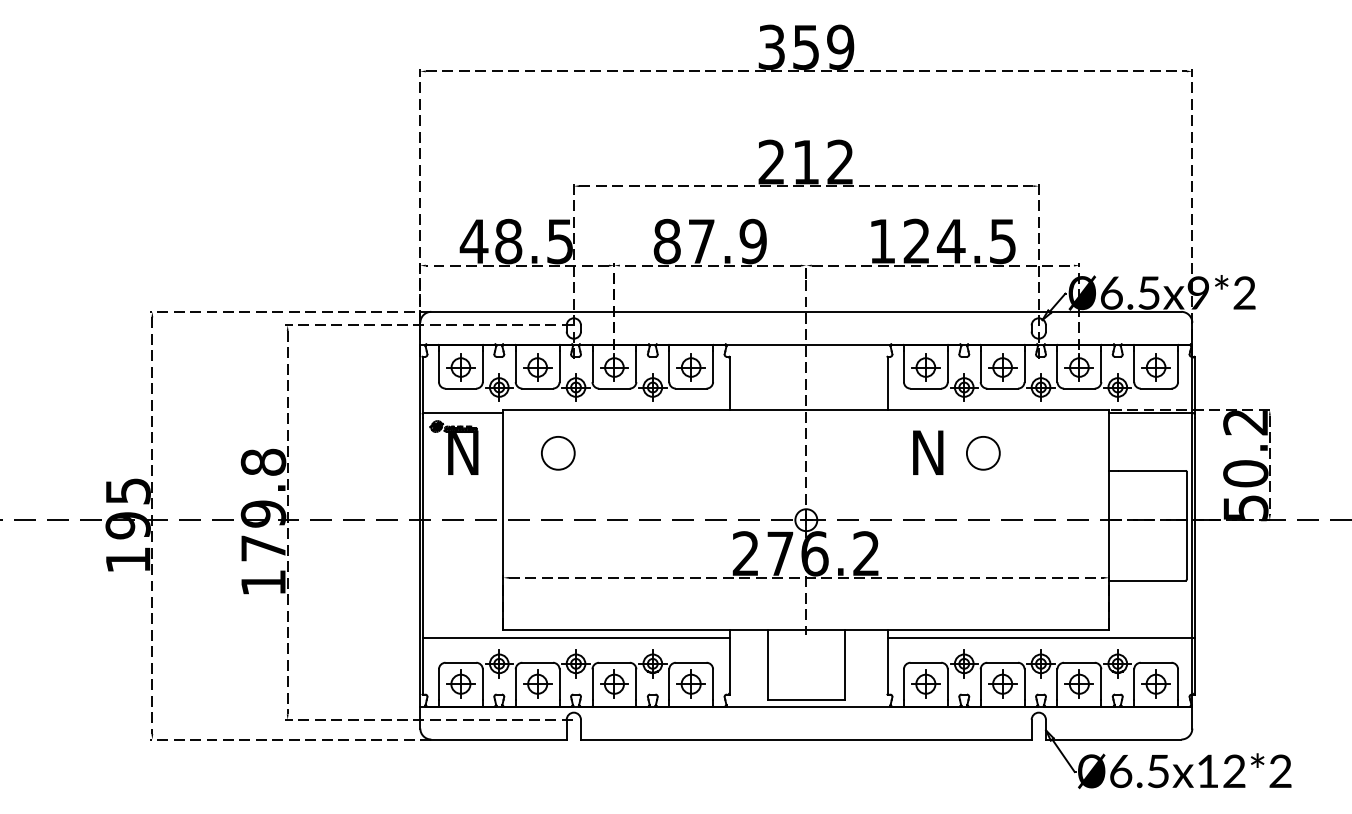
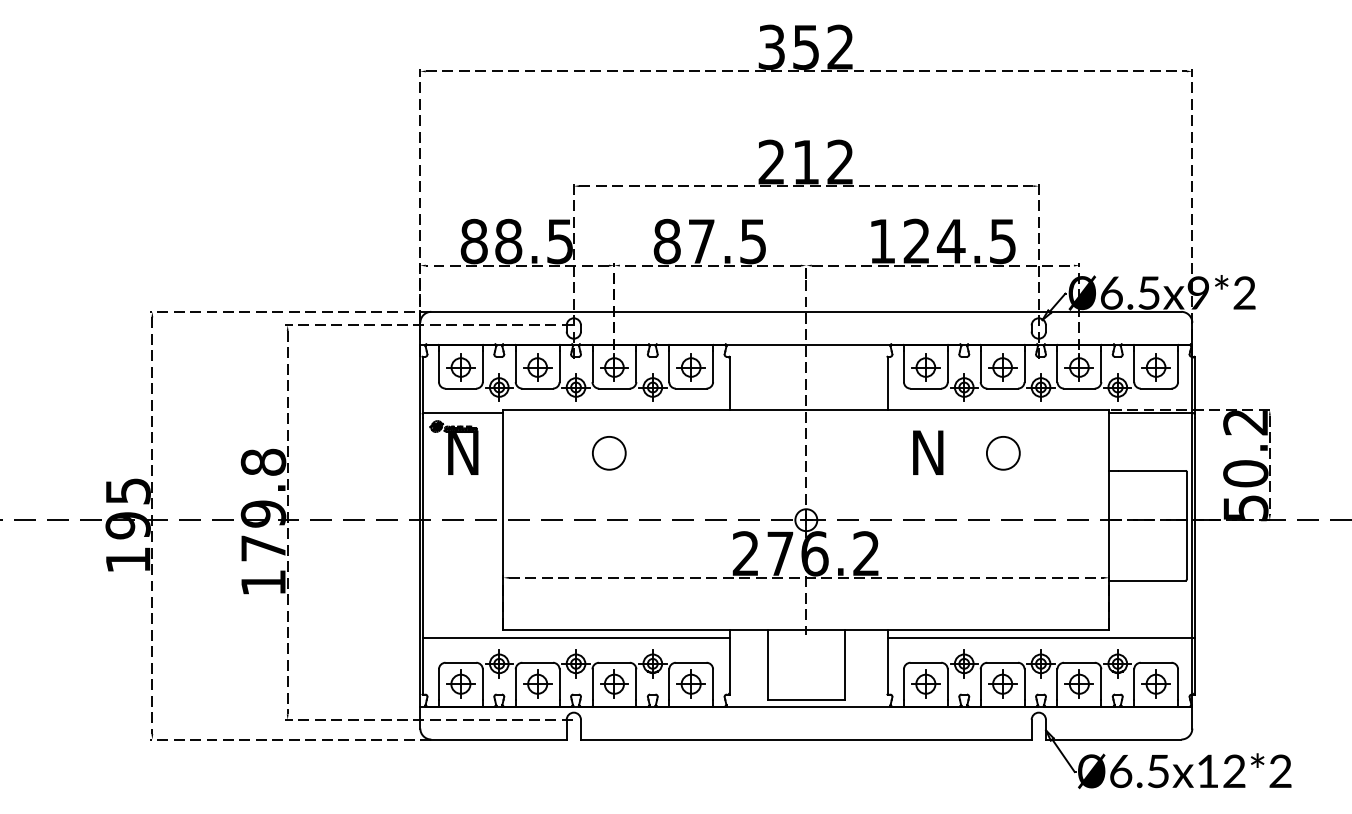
text at (840, 46): 359 -> 352
text at (473, 241): 48.5 -> 88.5
text at (752, 241): 87.9 -> 87.5
circle at (558, 453) position: (558, 453) -> (609, 453)
circle at (983, 453) position: (983, 453) -> (1003, 453)
